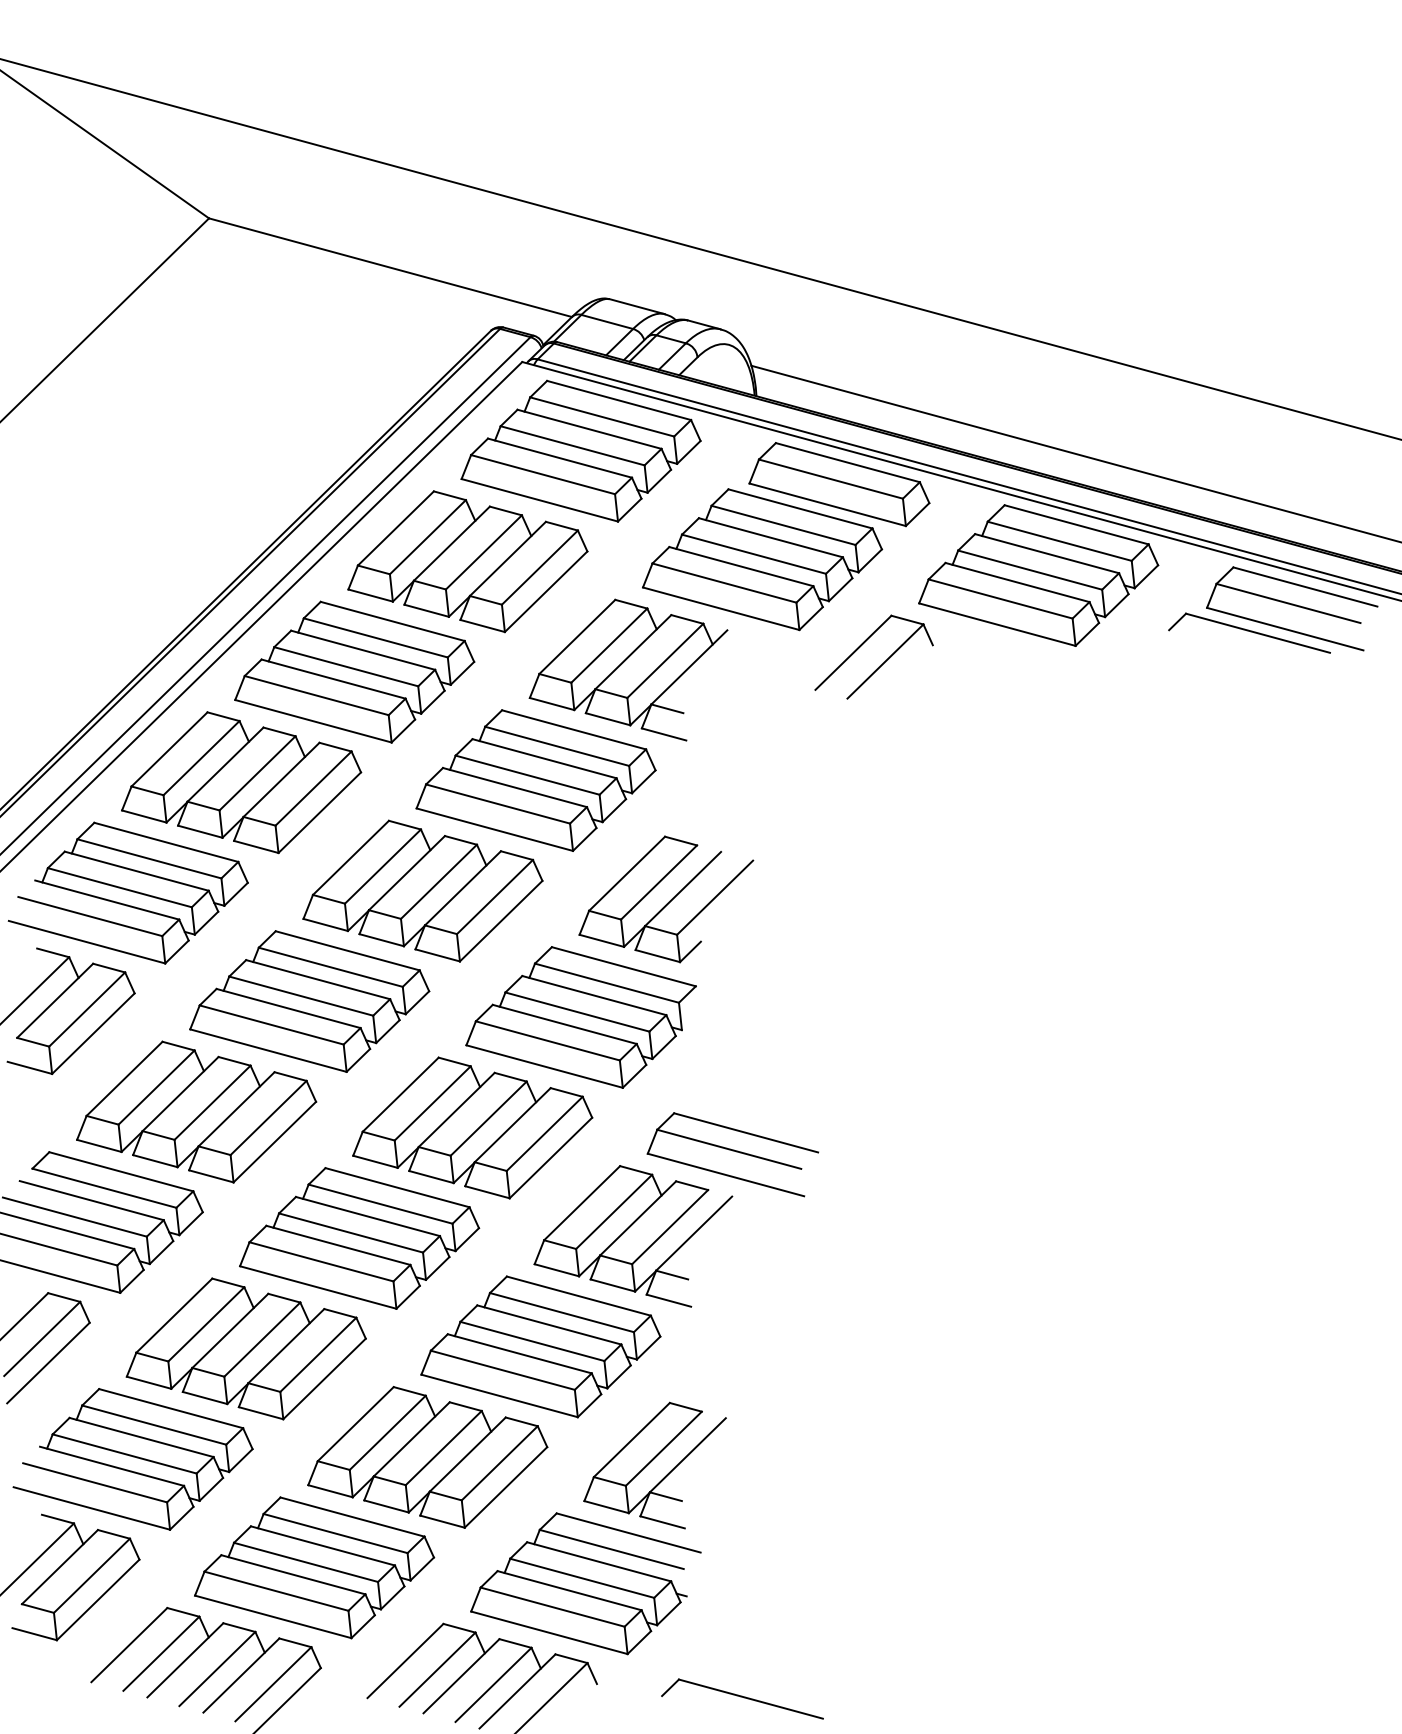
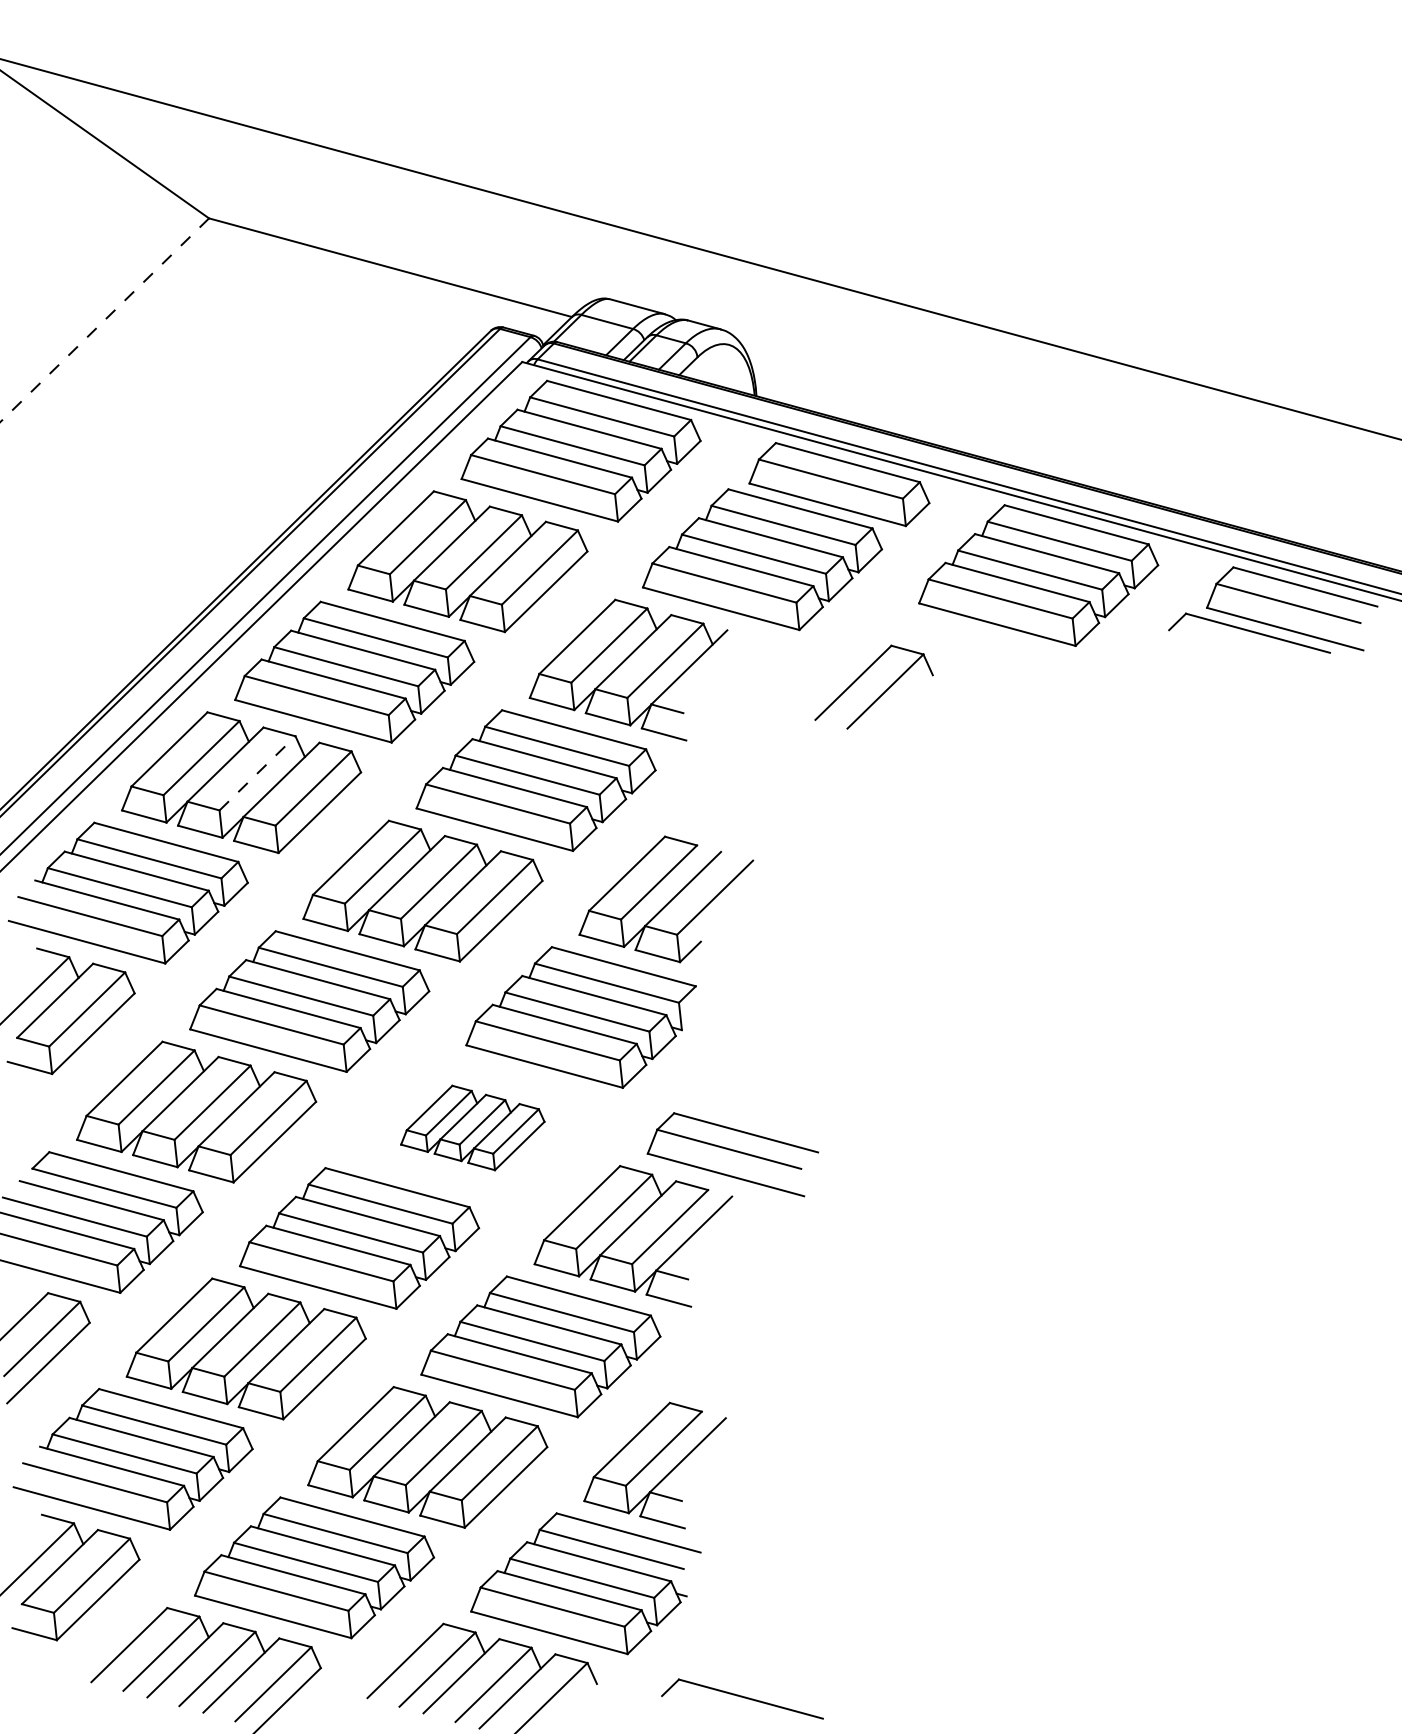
line at (104, 320): solid -> dashed
line at (1074, 453): present -> none
part at (881, 664) position: (881, 664) -> (881, 694)
line at (257, 773): solid -> dashed
part at (472, 1127) size: 242x144 px -> 146x88 px
